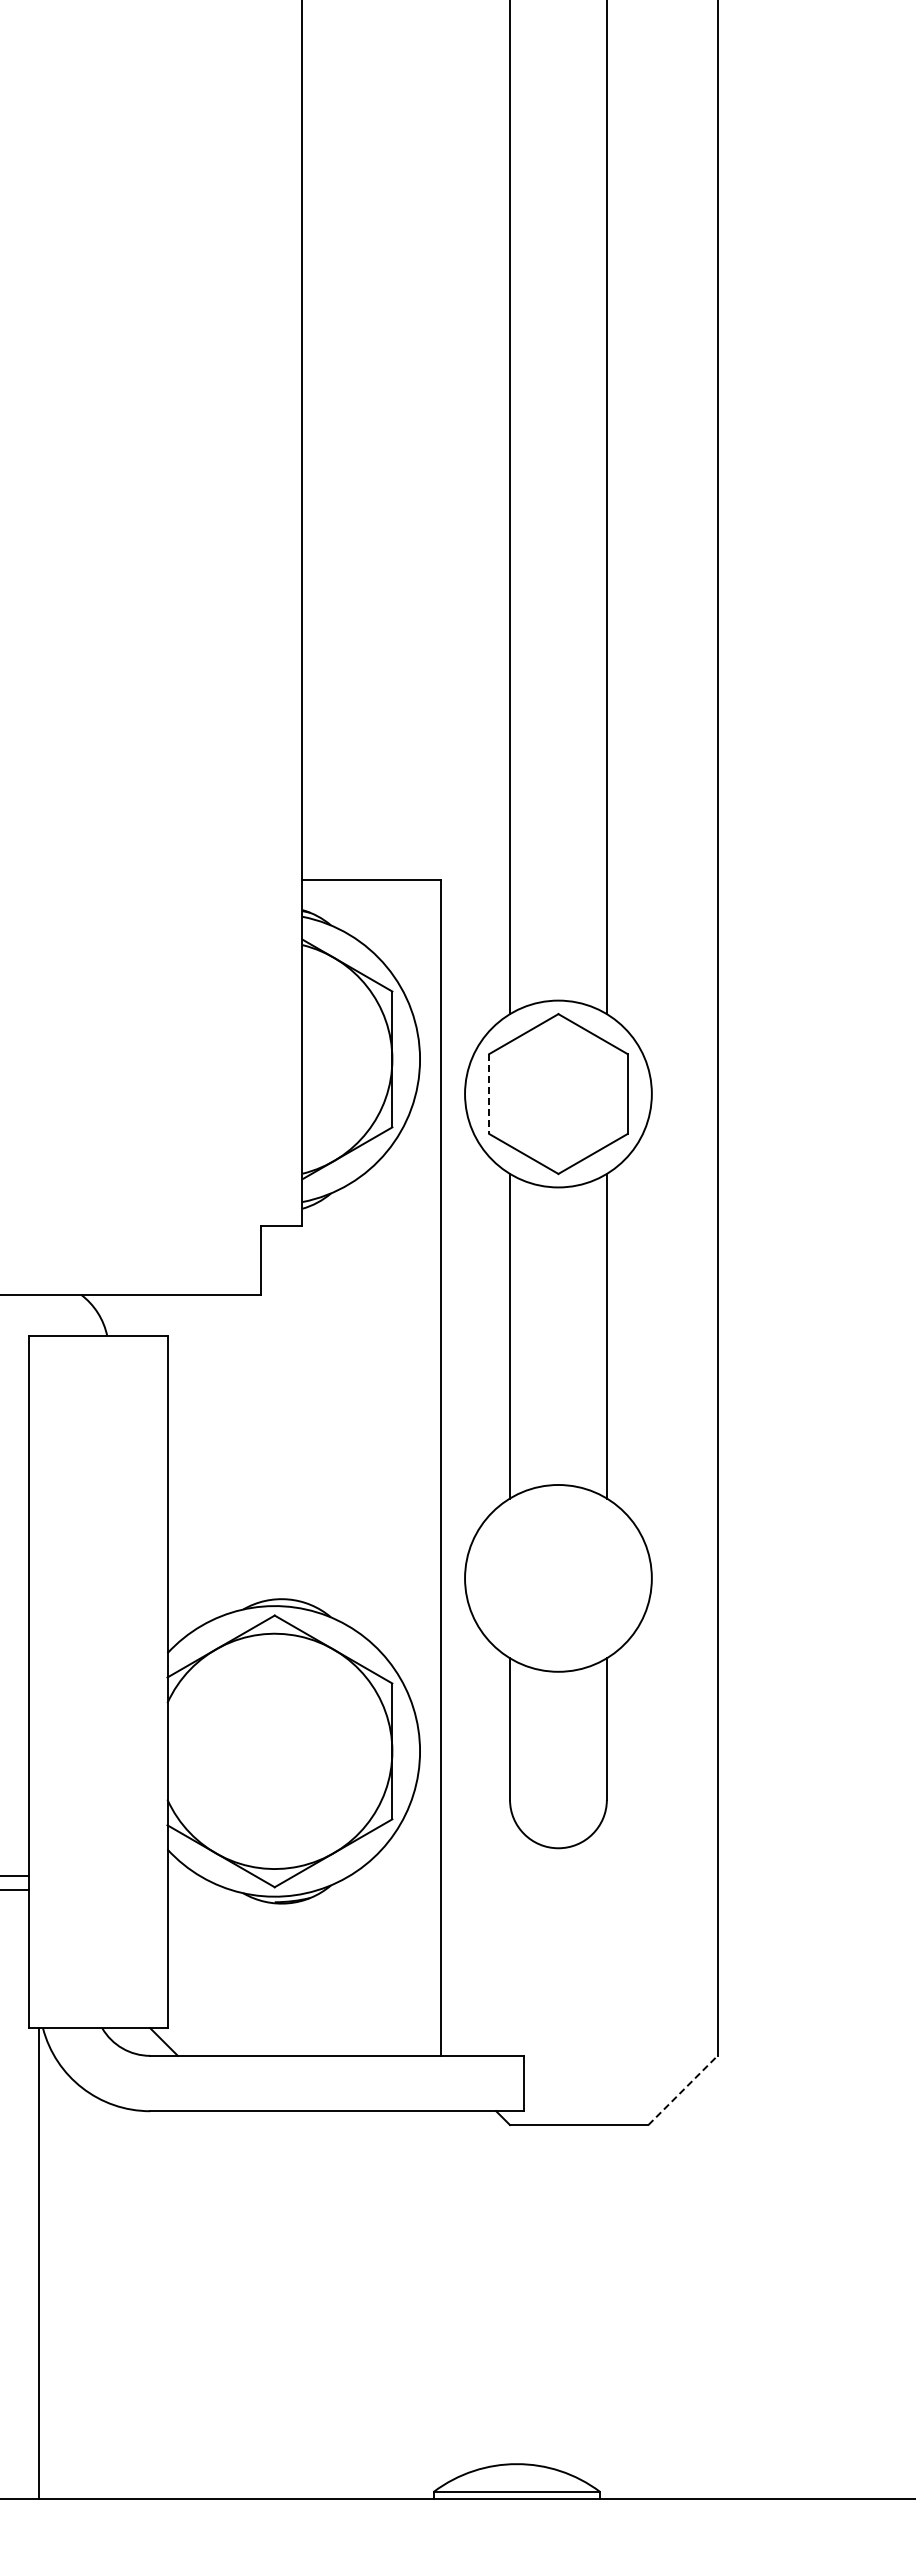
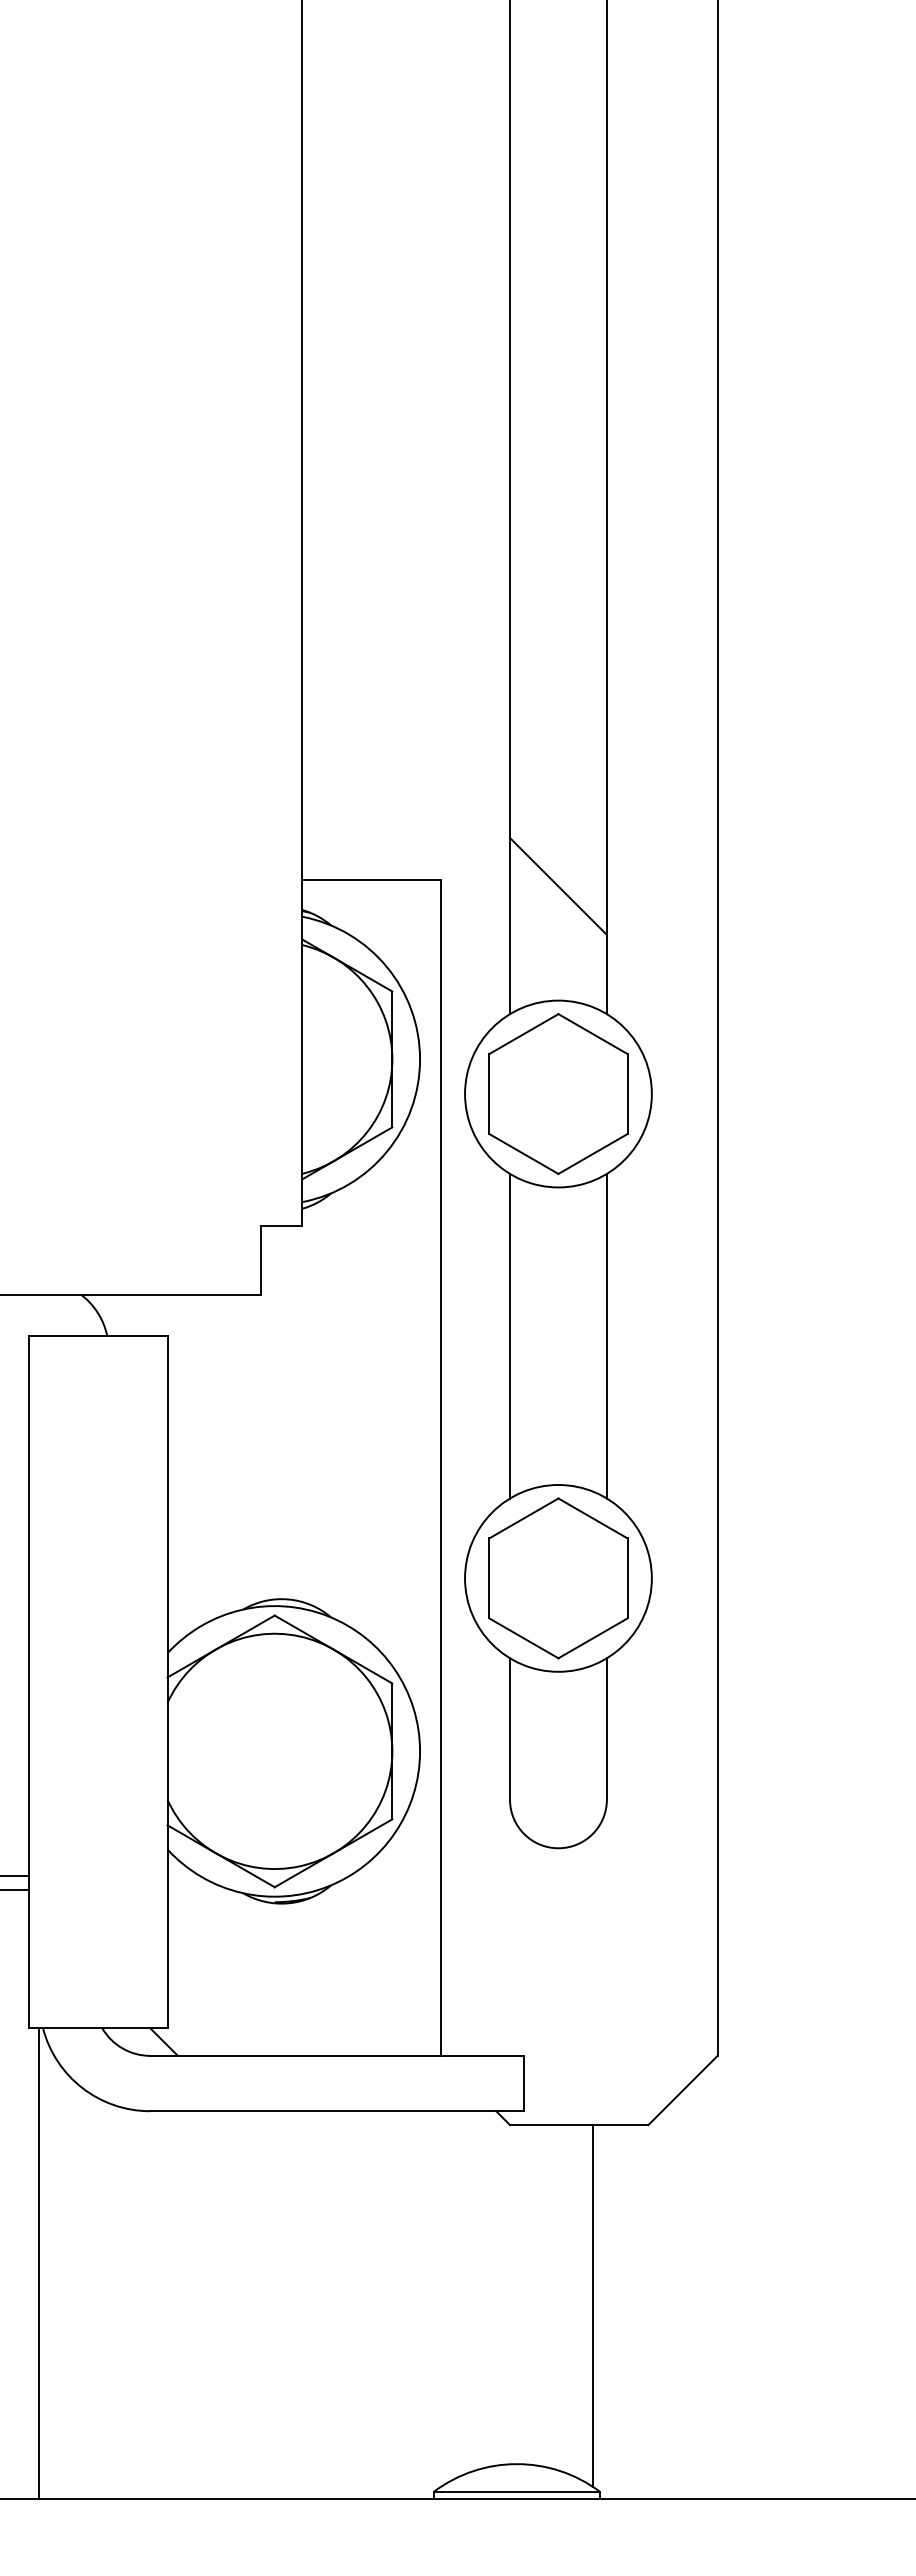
line at (558, 886): none -> present
line at (489, 1094): dashed -> solid
part at (558, 1578): none -> present
line at (683, 2090): dashed -> solid
line at (593, 2305): none -> present
